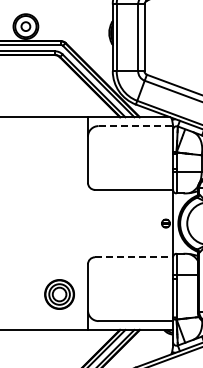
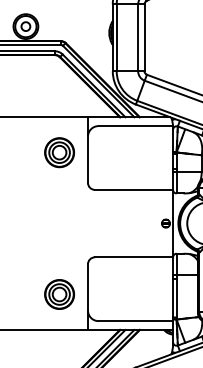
line at (136, 126): dashed -> solid
part at (59, 152): none -> present
line at (134, 257): dashed -> solid
